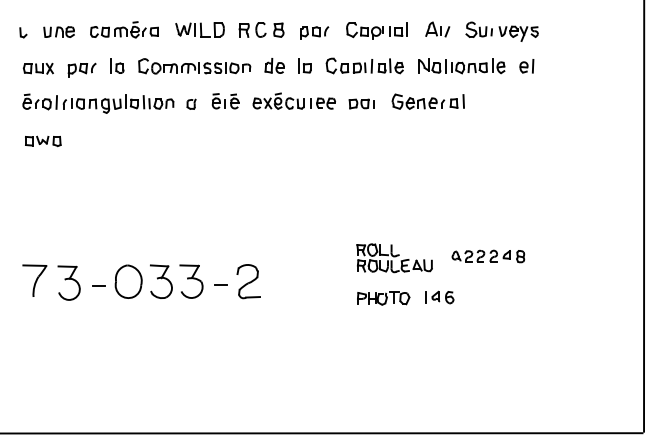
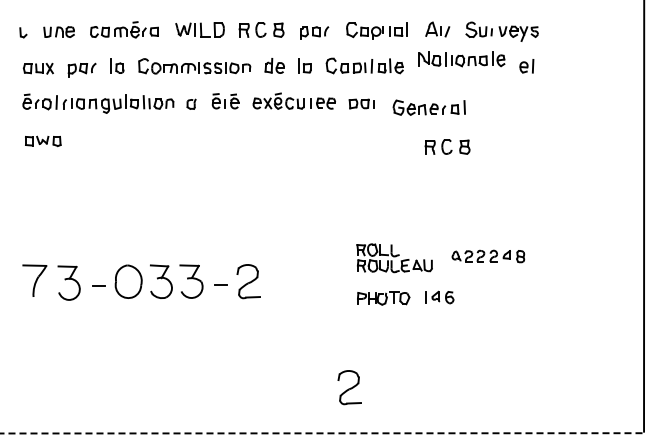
part at (461, 66) position: (461, 66) -> (461, 59)
part at (427, 101) position: (427, 101) -> (428, 107)
part at (447, 146): none -> present
part at (349, 387): none -> present
line at (321, 433): solid -> dashed
